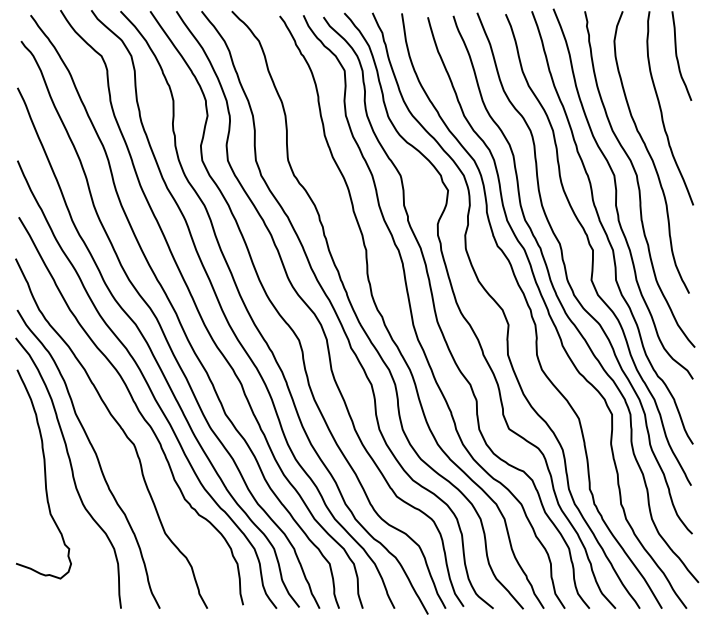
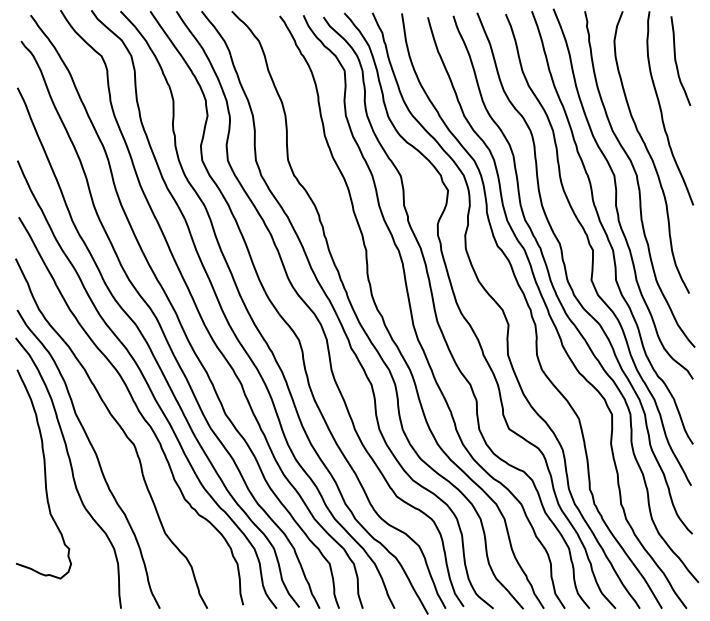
curve at (677, 55) position: (677, 55) -> (676, 60)
